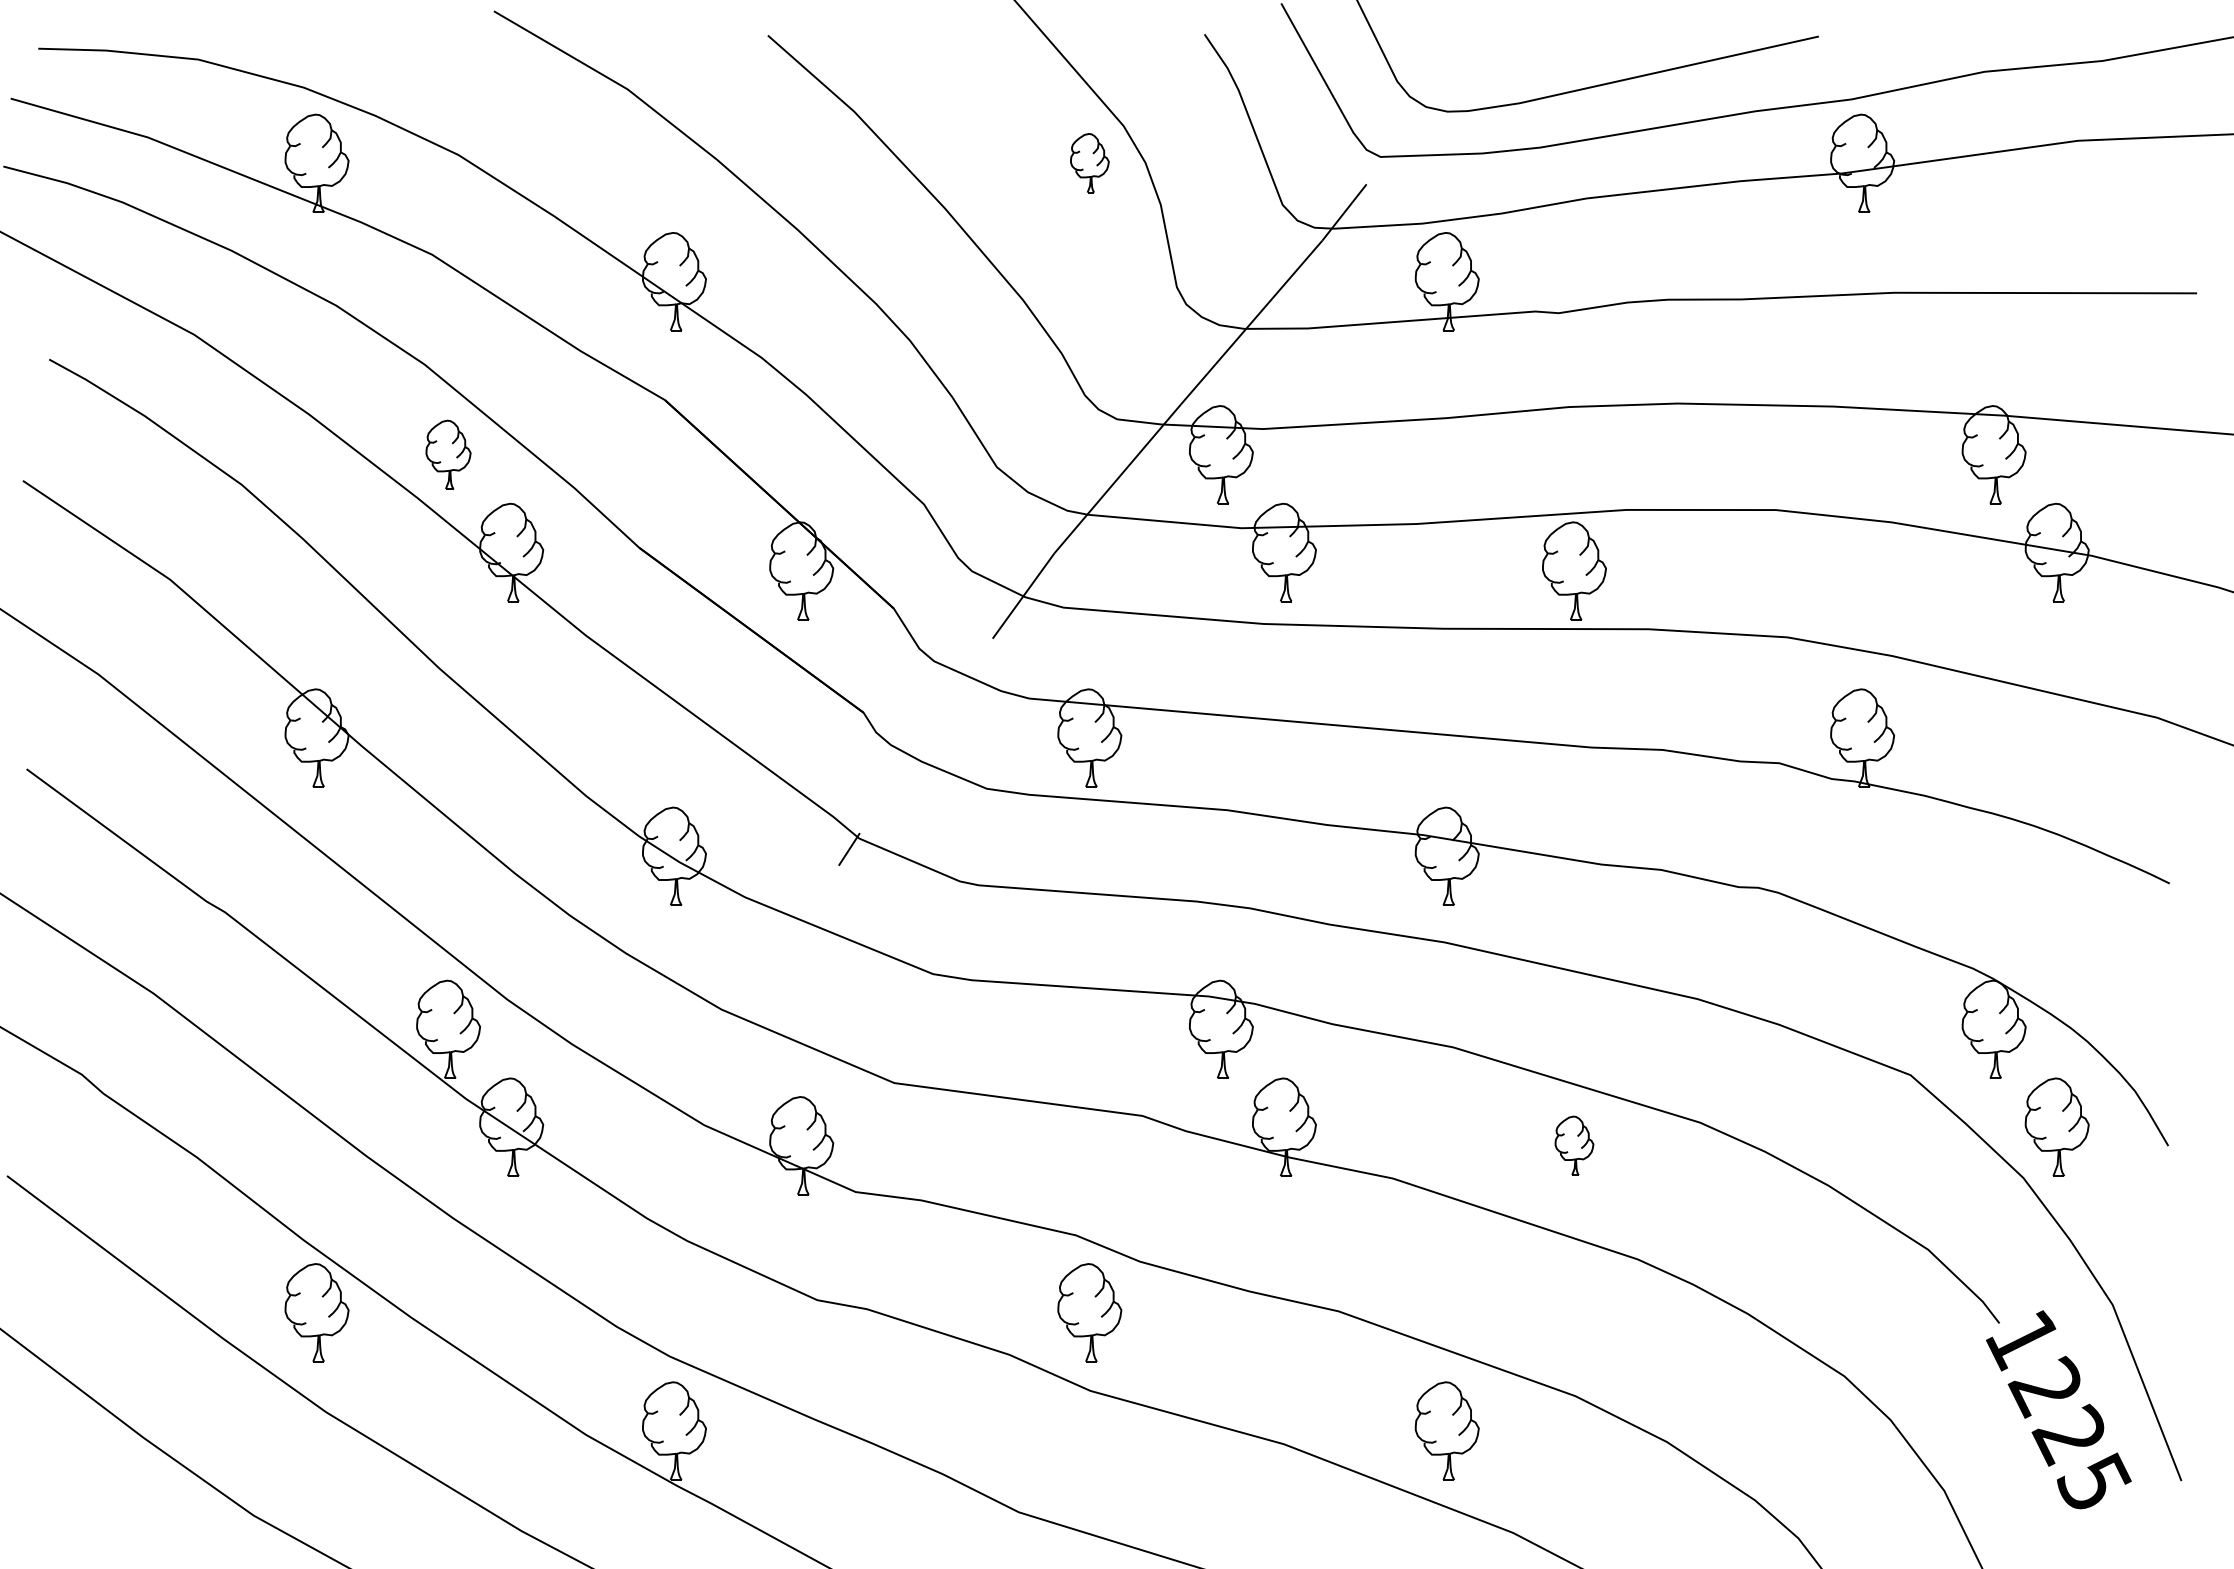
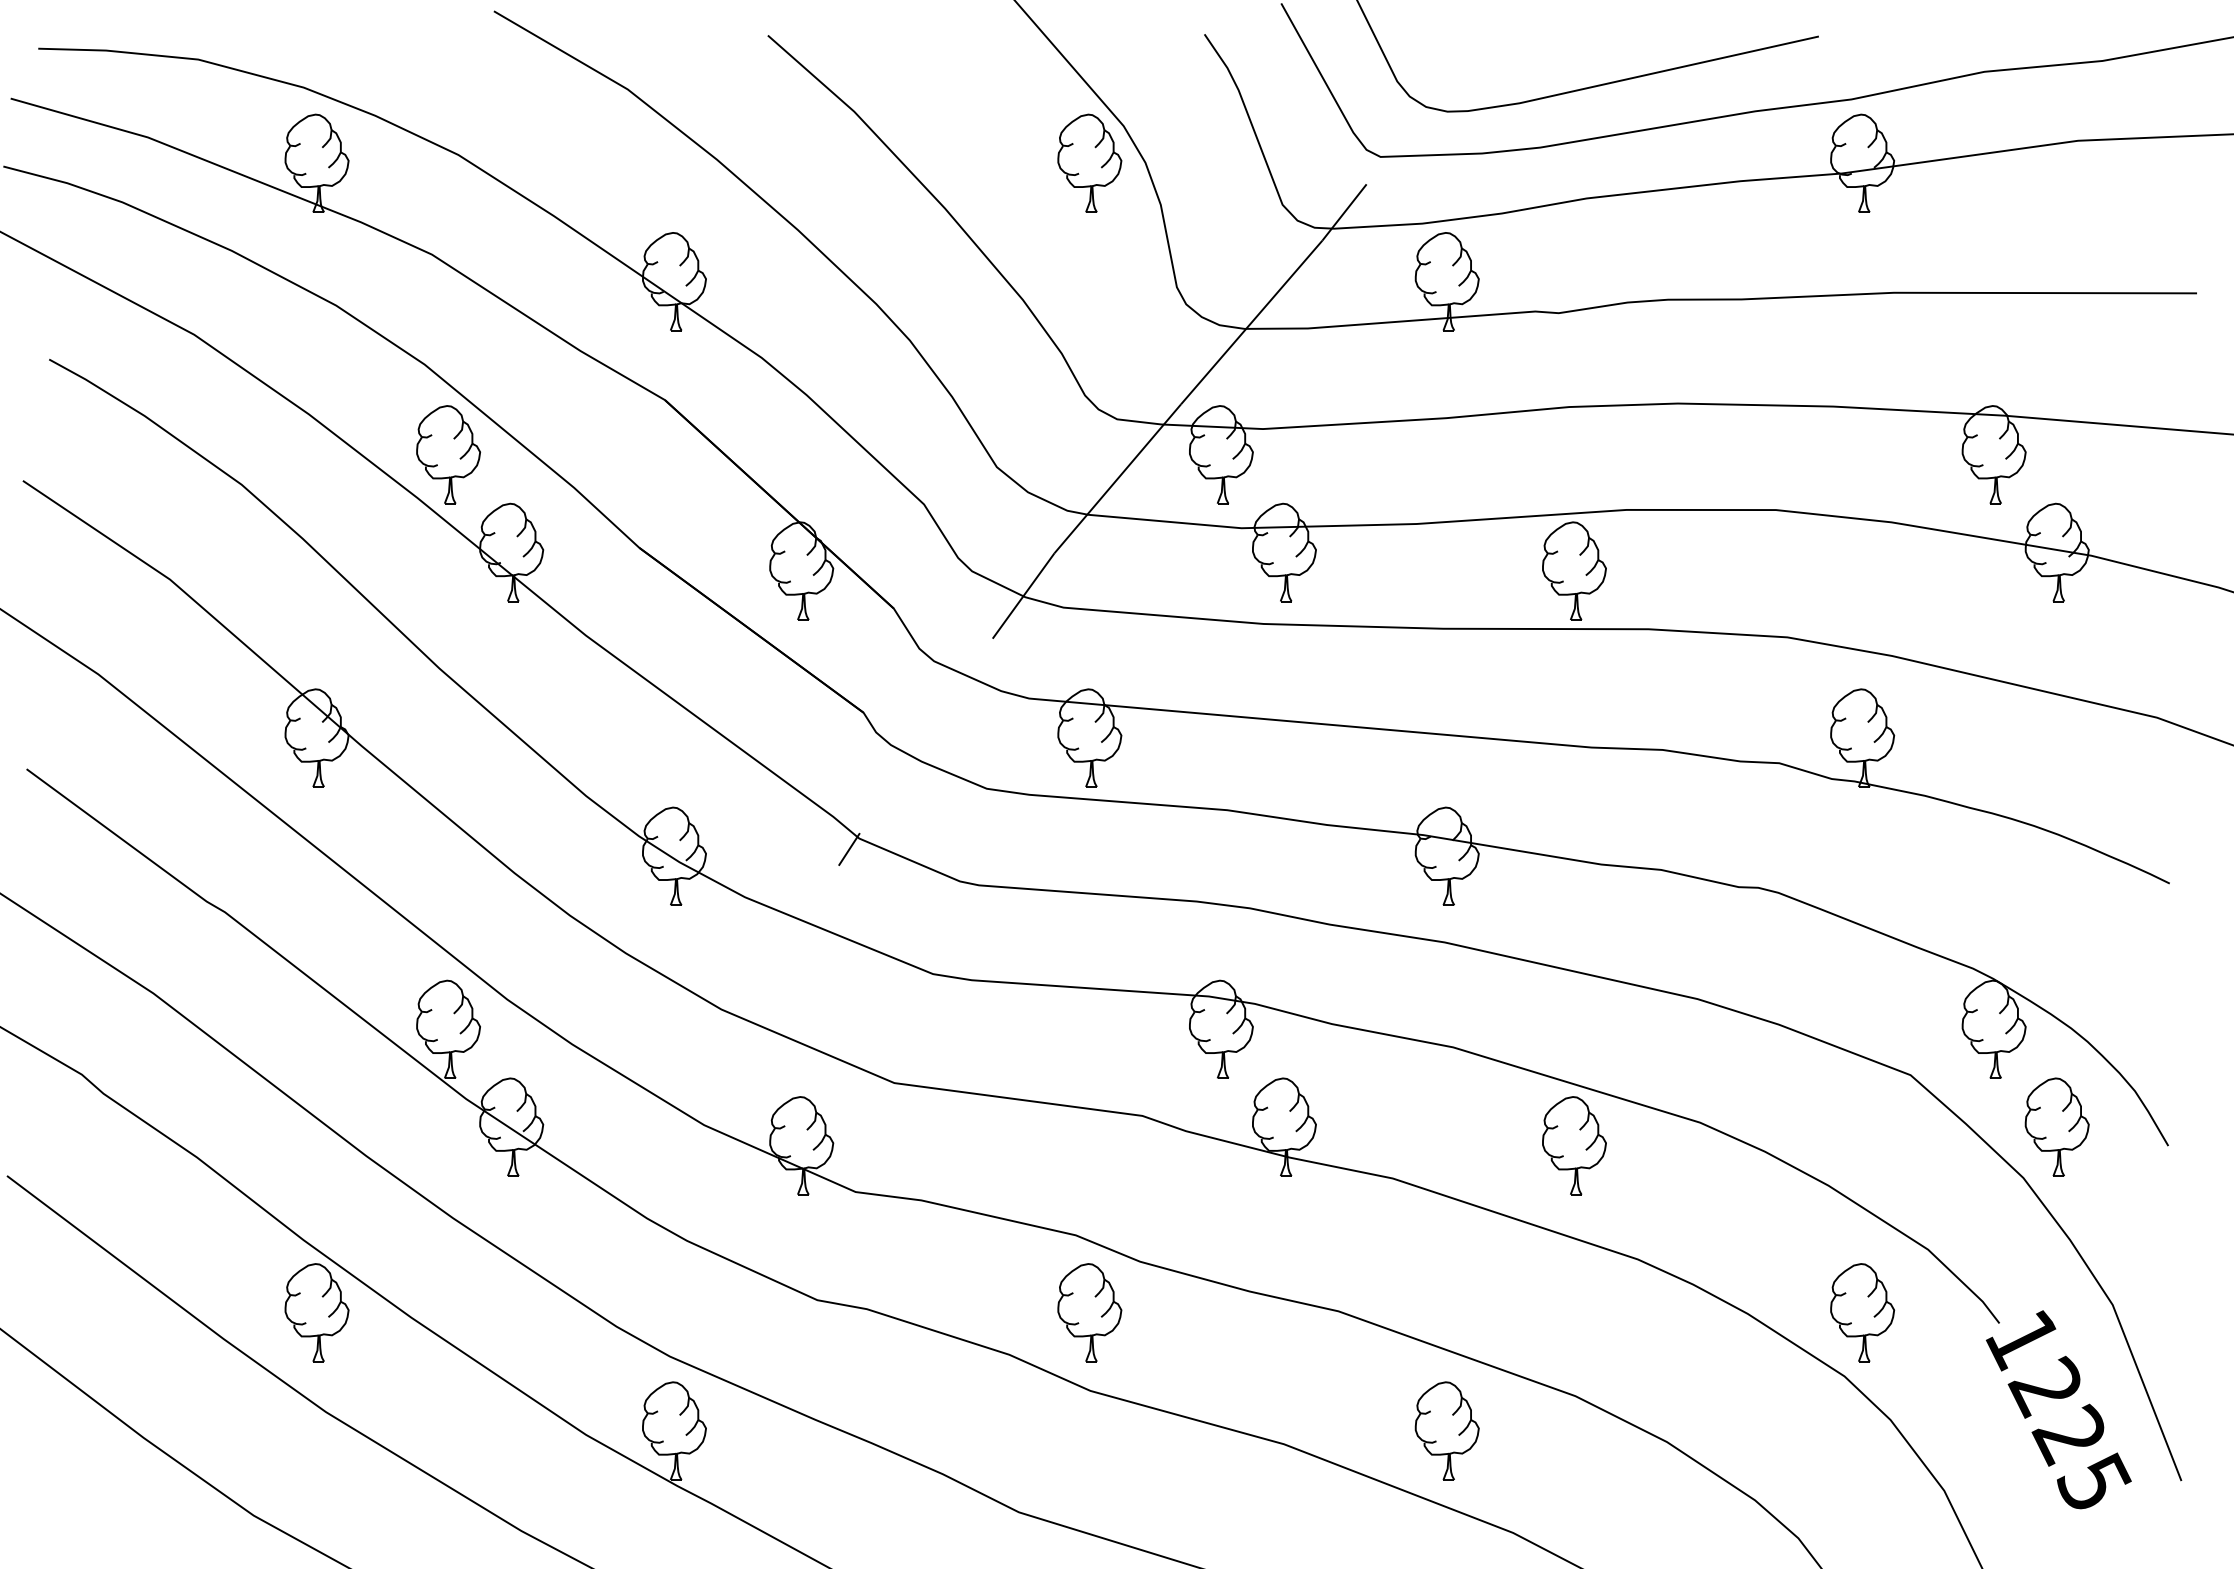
part at (1089, 163) size: 40x61 px -> 66x100 px
part at (448, 454) size: 47x71 px -> 65x100 px
part at (1574, 1145) size: 41x61 px -> 65x100 px
part at (1862, 1312): none -> present
